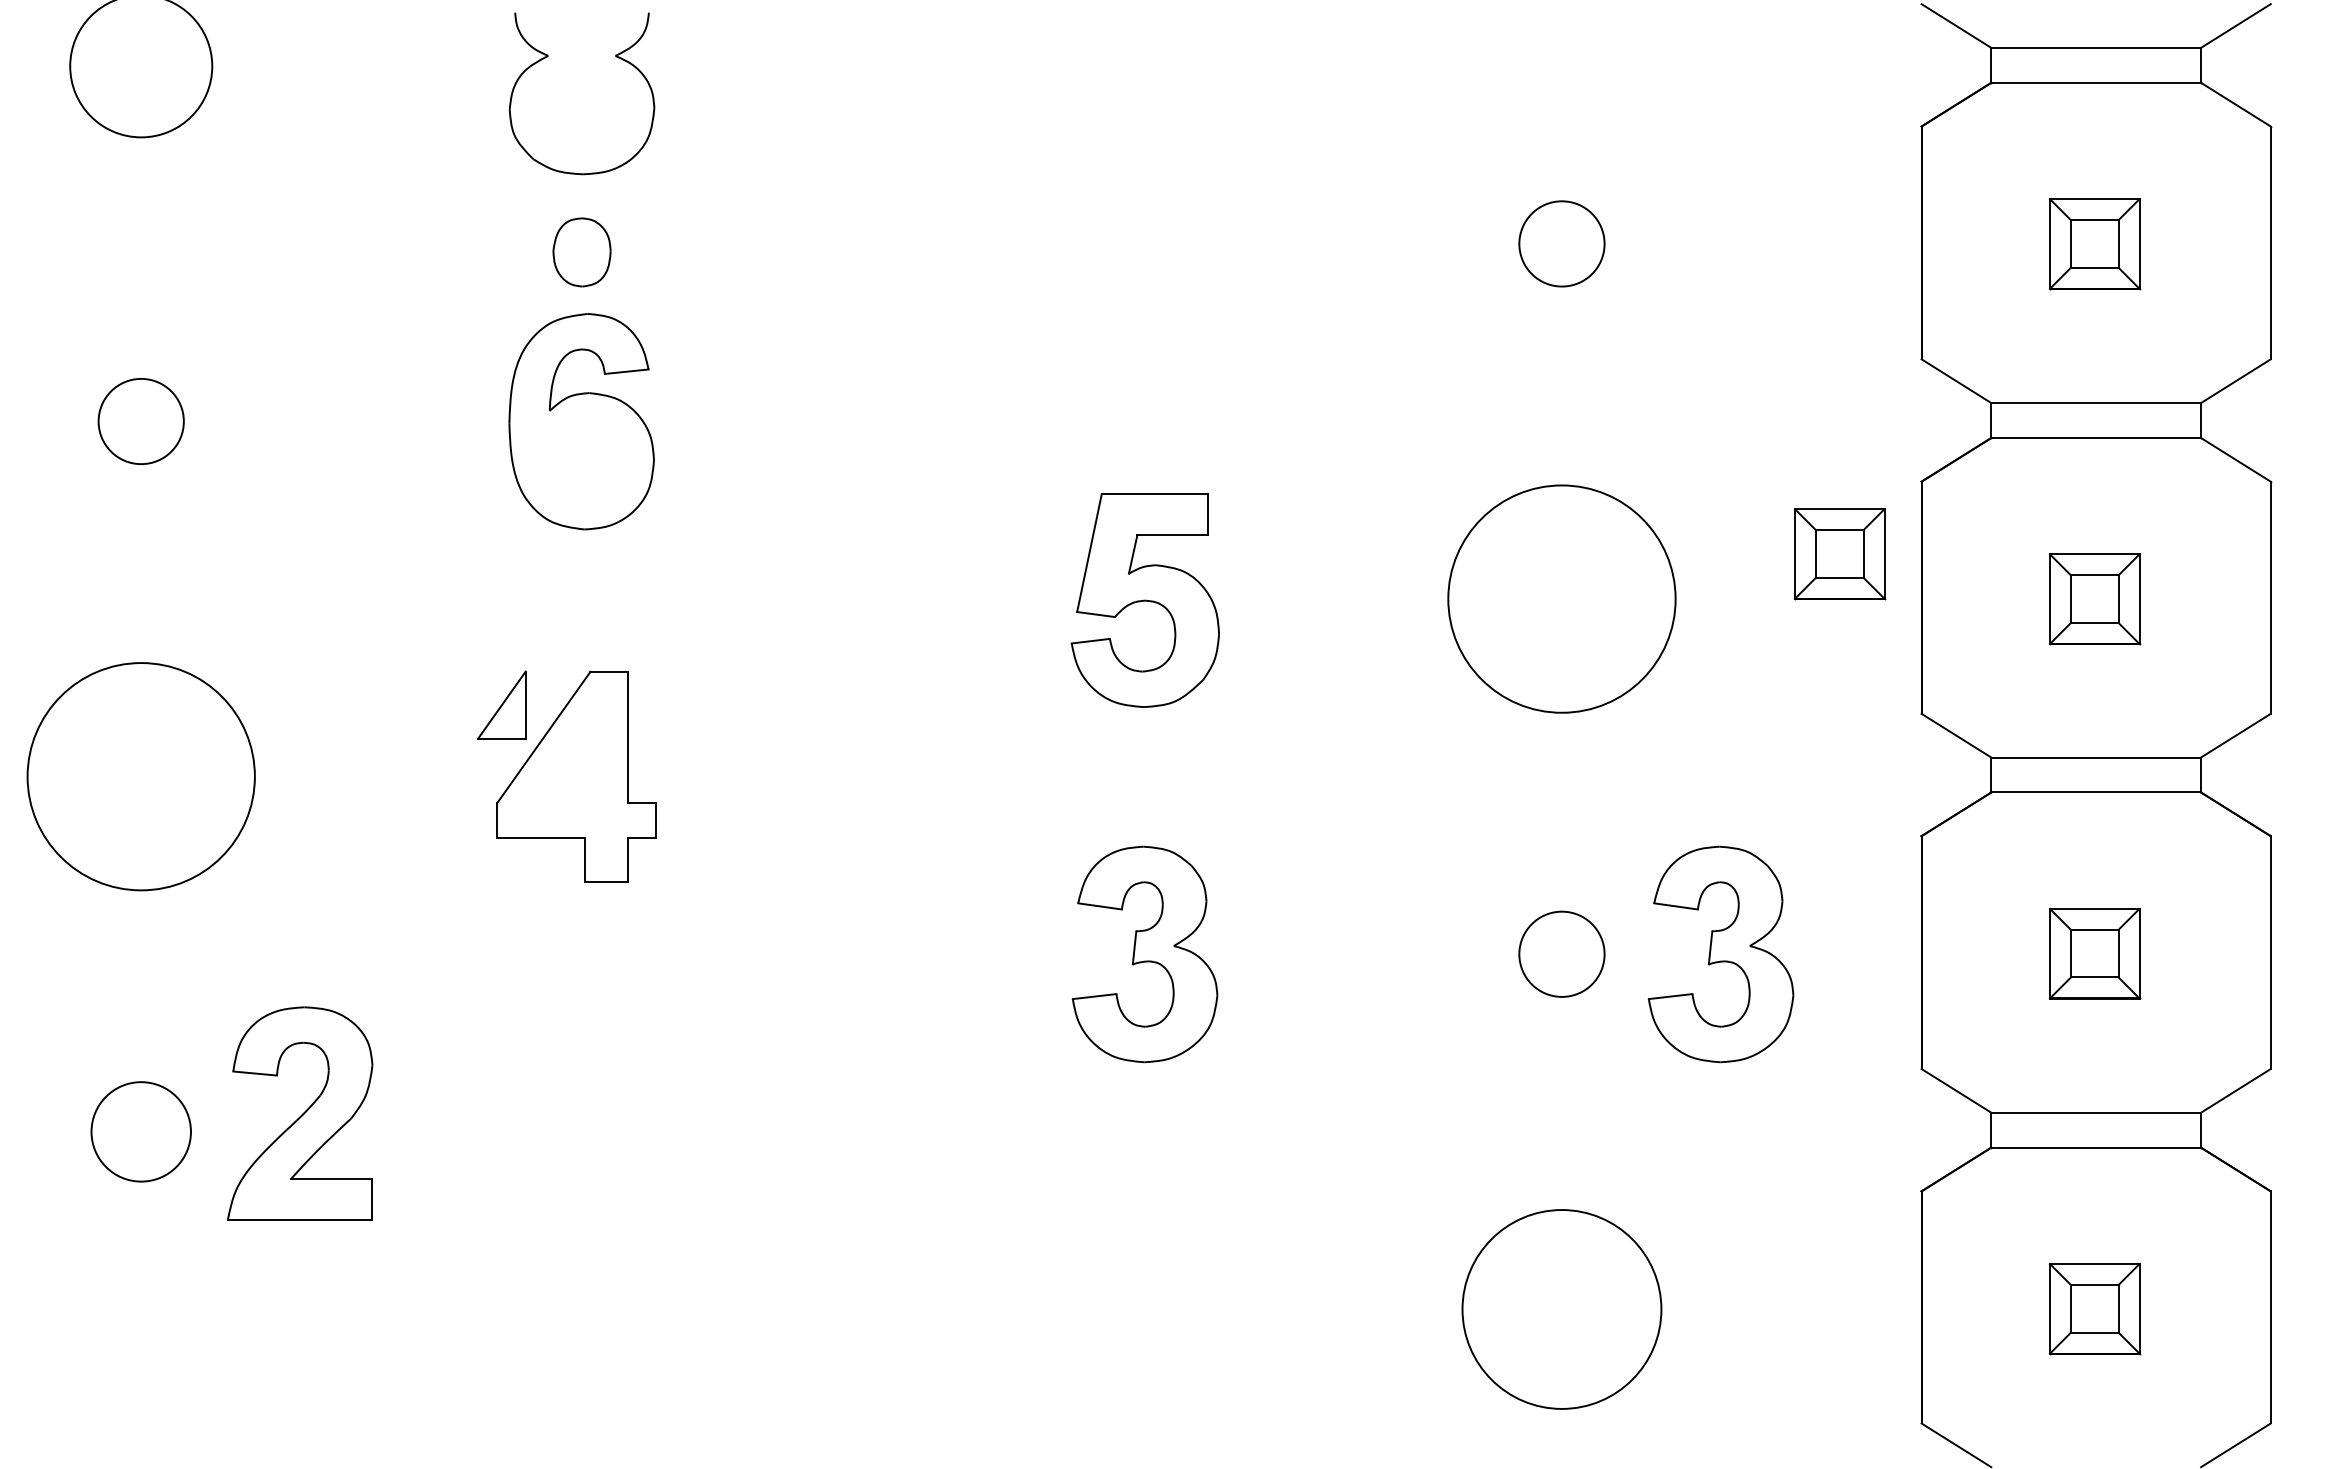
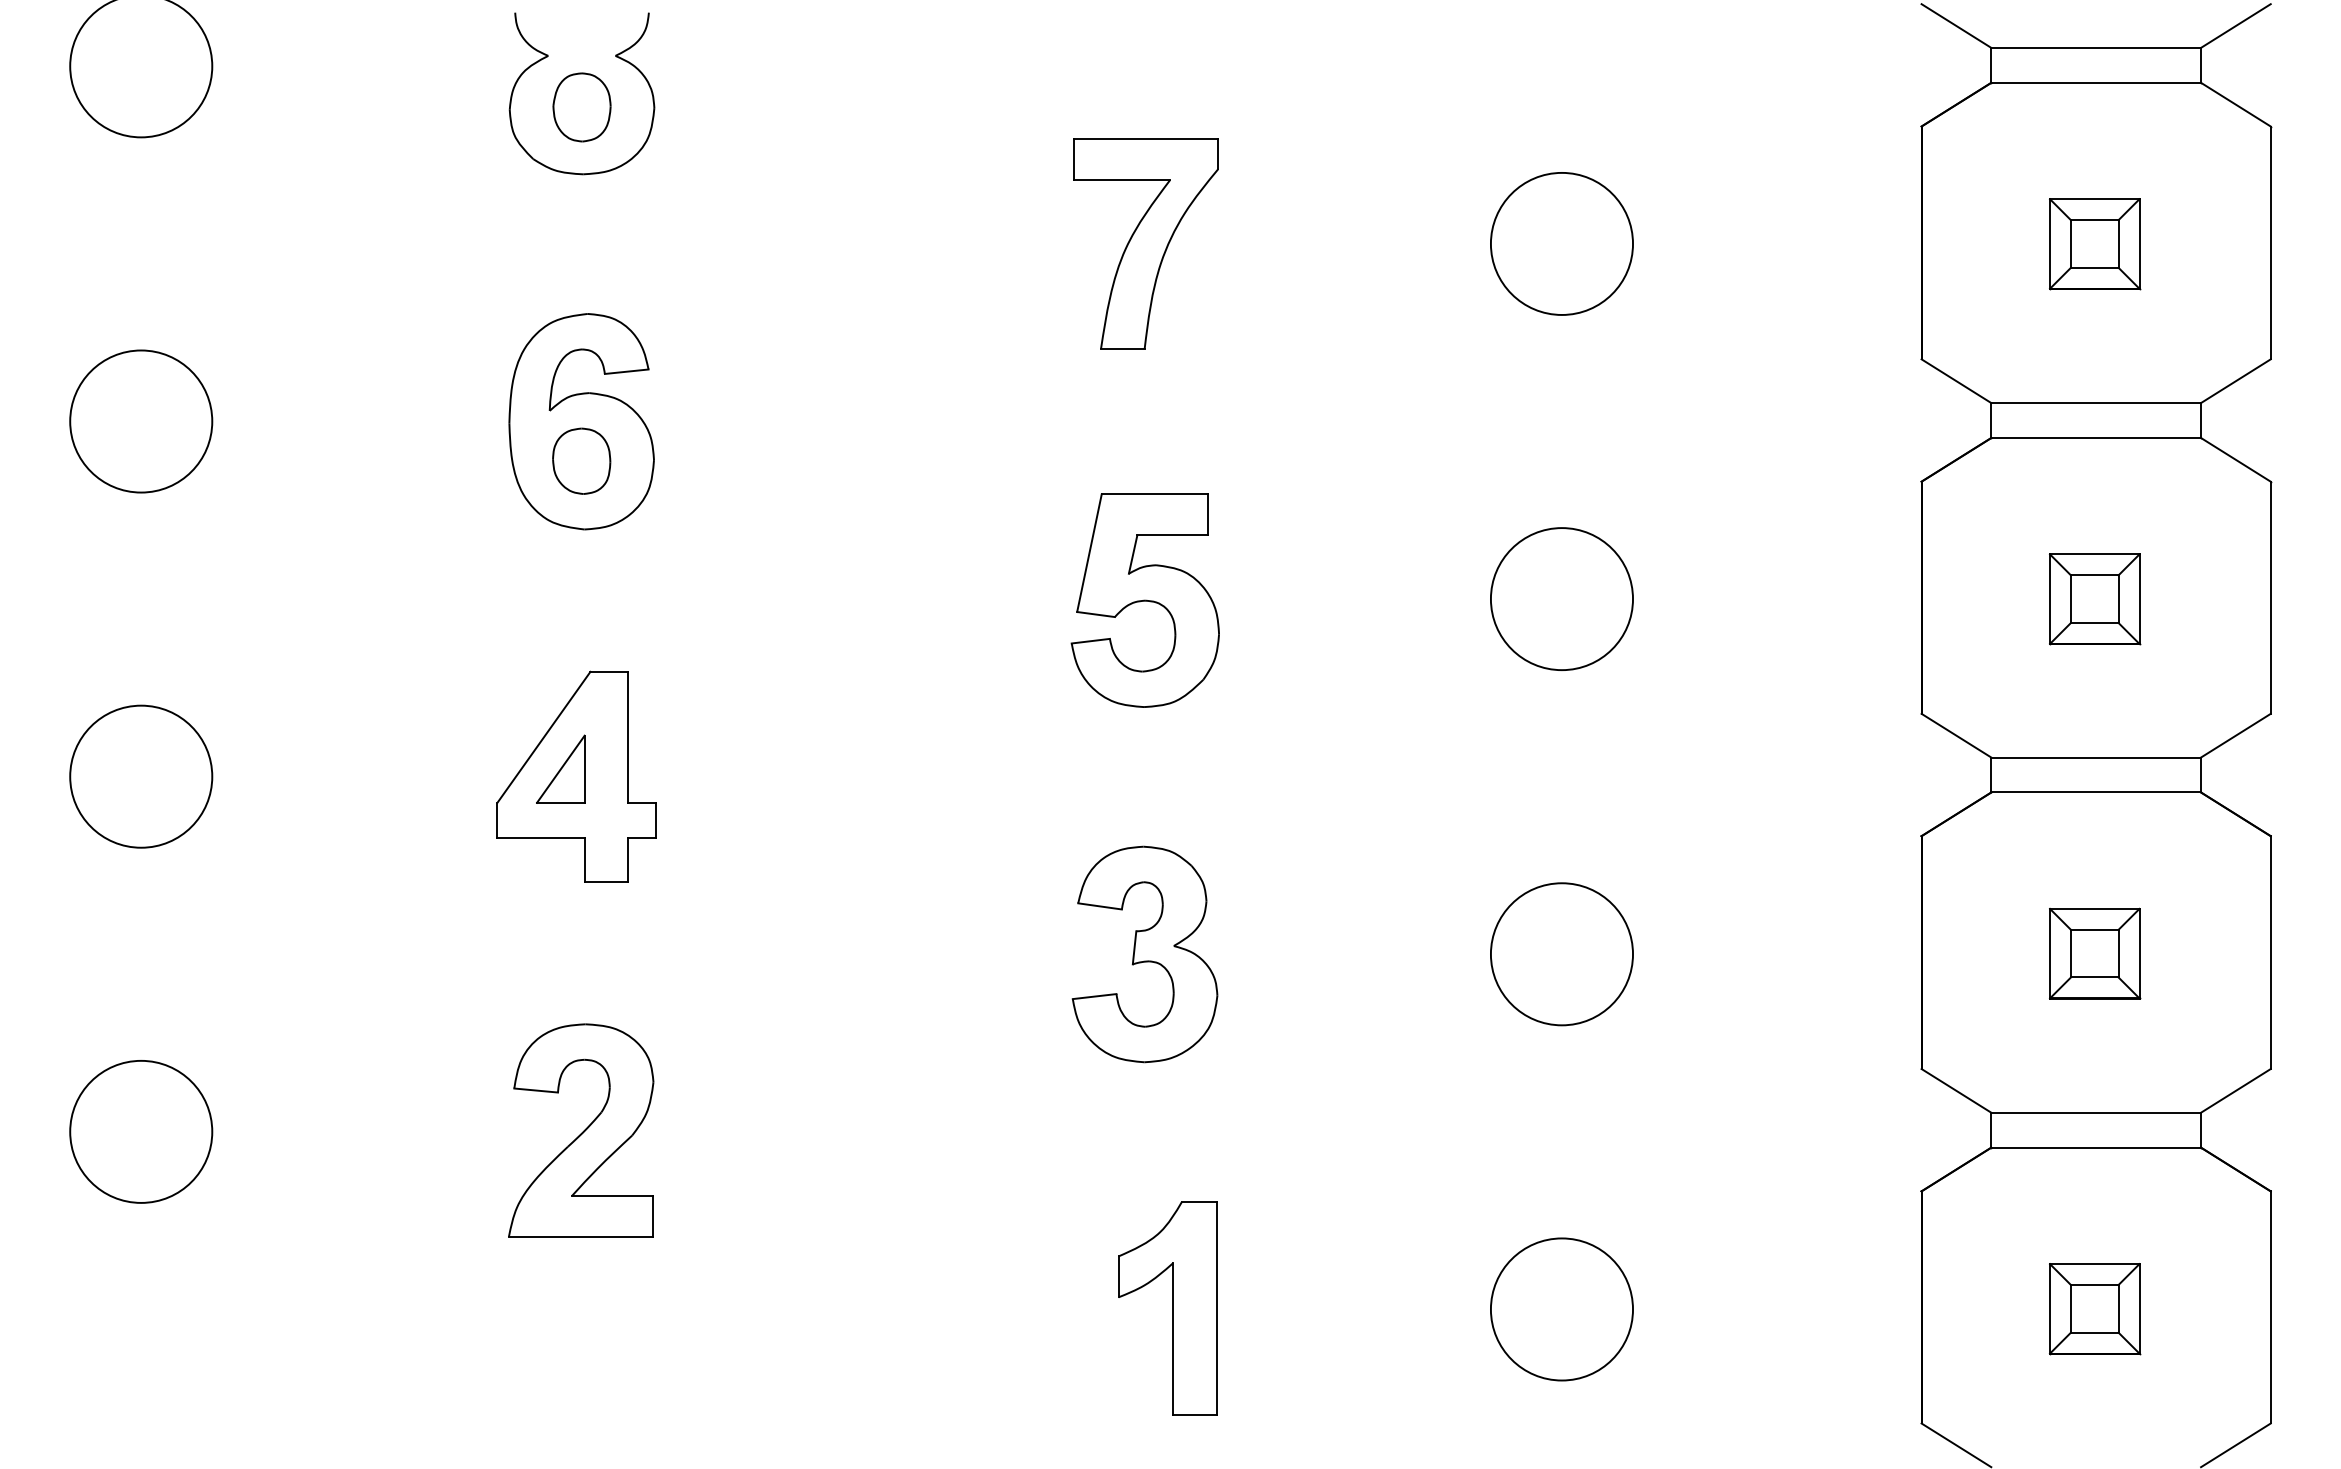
part at (1145, 243): none -> present
circle at (1561, 243) diameter: 85 px -> 142 px
part at (581, 252) position: (581, 252) -> (581, 107)
circle at (140, 421) diameter: 85 px -> 142 px
part at (581, 460): none -> present
part at (1840, 554): present -> none
circle at (1561, 598) diameter: 227 px -> 142 px
part at (501, 704) position: (501, 704) -> (560, 768)
circle at (140, 776) diameter: 227 px -> 142 px
circle at (1561, 953) diameter: 85 px -> 142 px
part at (1720, 954): present -> none
part at (300, 1113) position: (300, 1113) -> (581, 1130)
circle at (140, 1131) diameter: 99 px -> 142 px
part at (1167, 1308): none -> present
circle at (1561, 1309) diameter: 199 px -> 142 px
